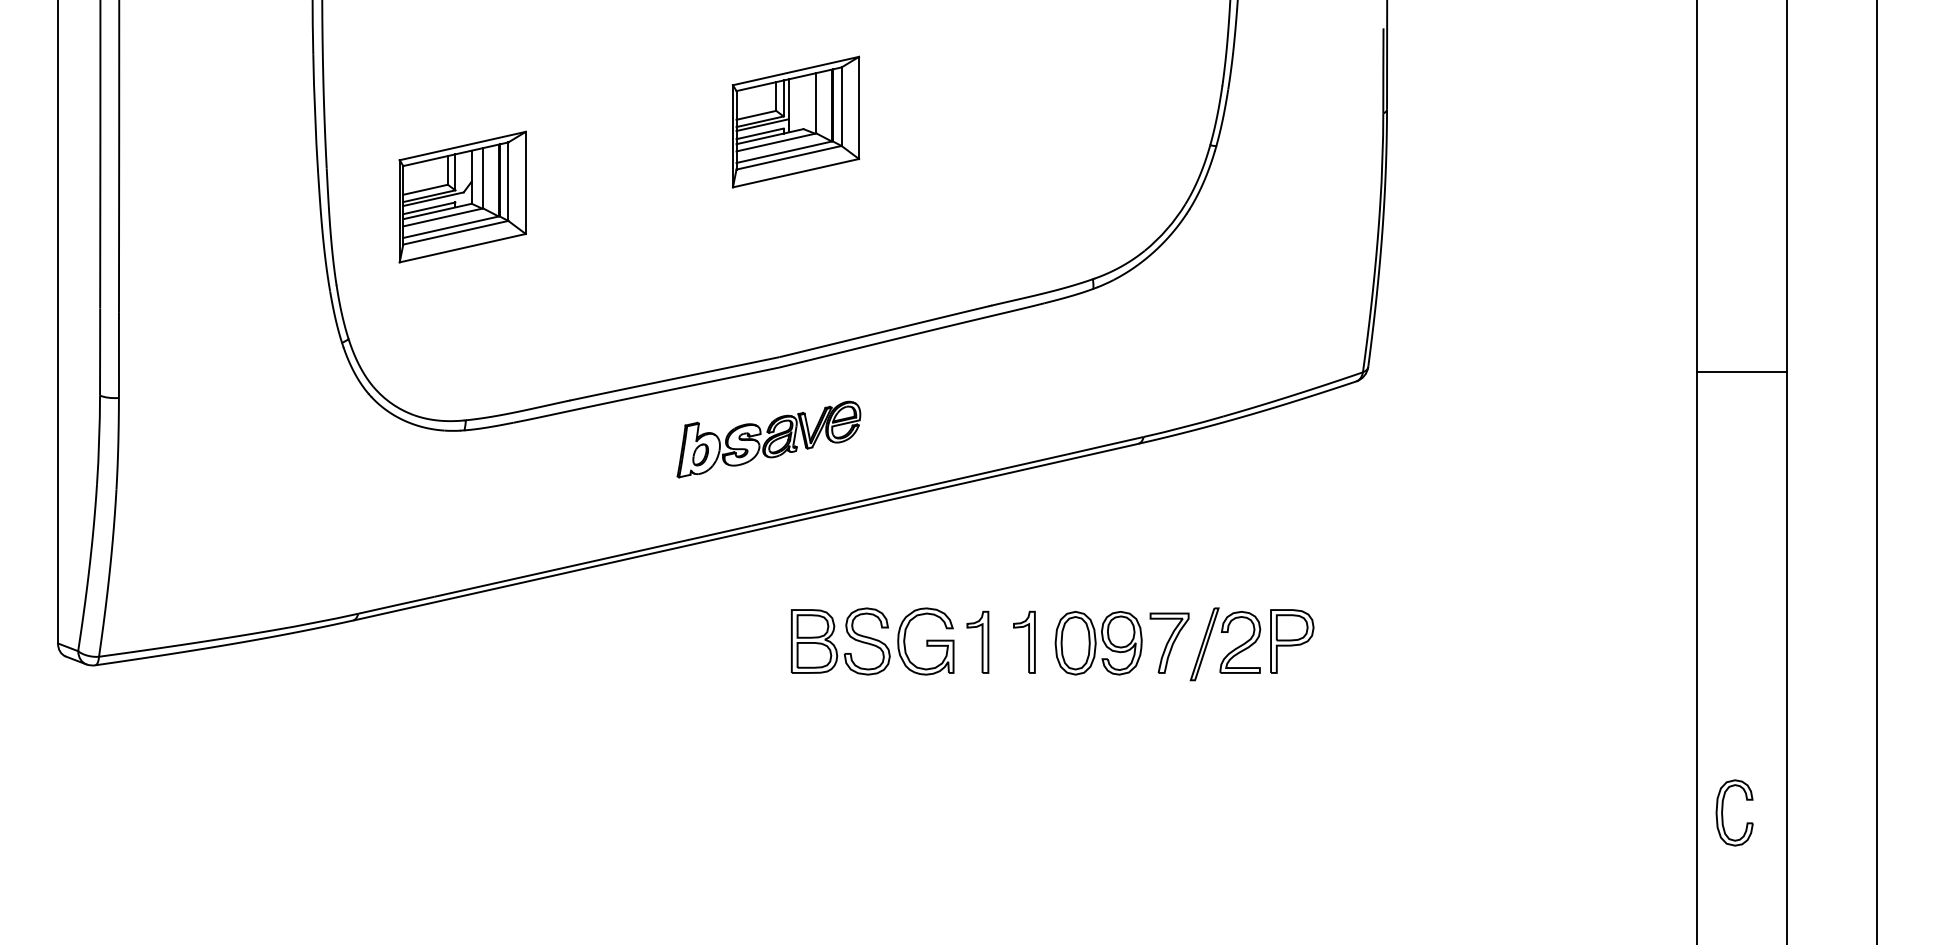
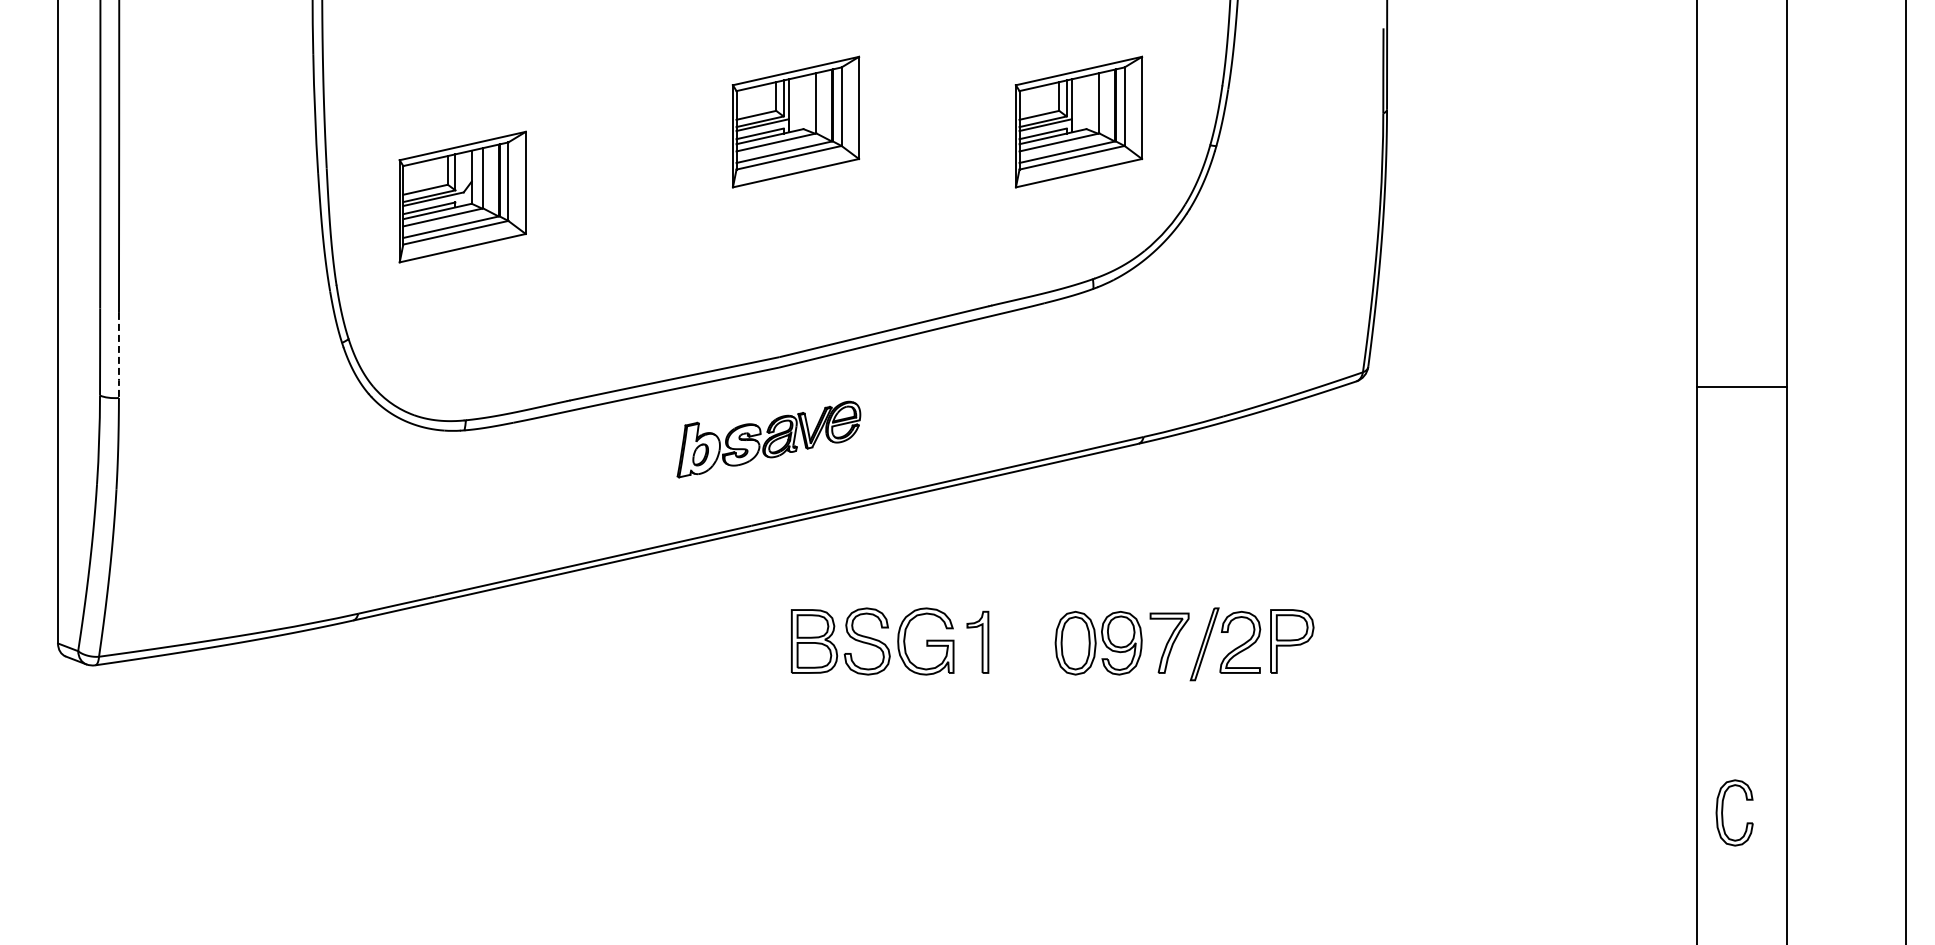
part at (1078, 121): none -> present
line at (118, 355): solid -> dashed
line at (1742, 372) position: (1742, 372) -> (1742, 387)
line at (1876, 471) position: (1876, 471) -> (1905, 471)
part at (1024, 641): present -> none
